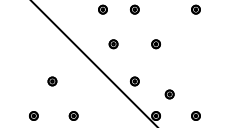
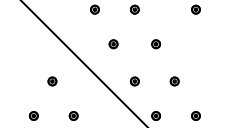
part at (102, 9) position: (102, 9) -> (94, 9)
line at (93, 63) position: (93, 63) -> (84, 63)
part at (169, 94) position: (169, 94) -> (174, 81)
